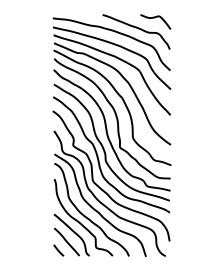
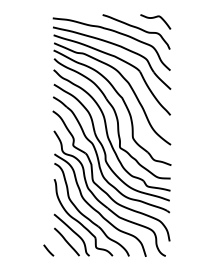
line at (58, 250) position: (58, 250) -> (48, 250)
